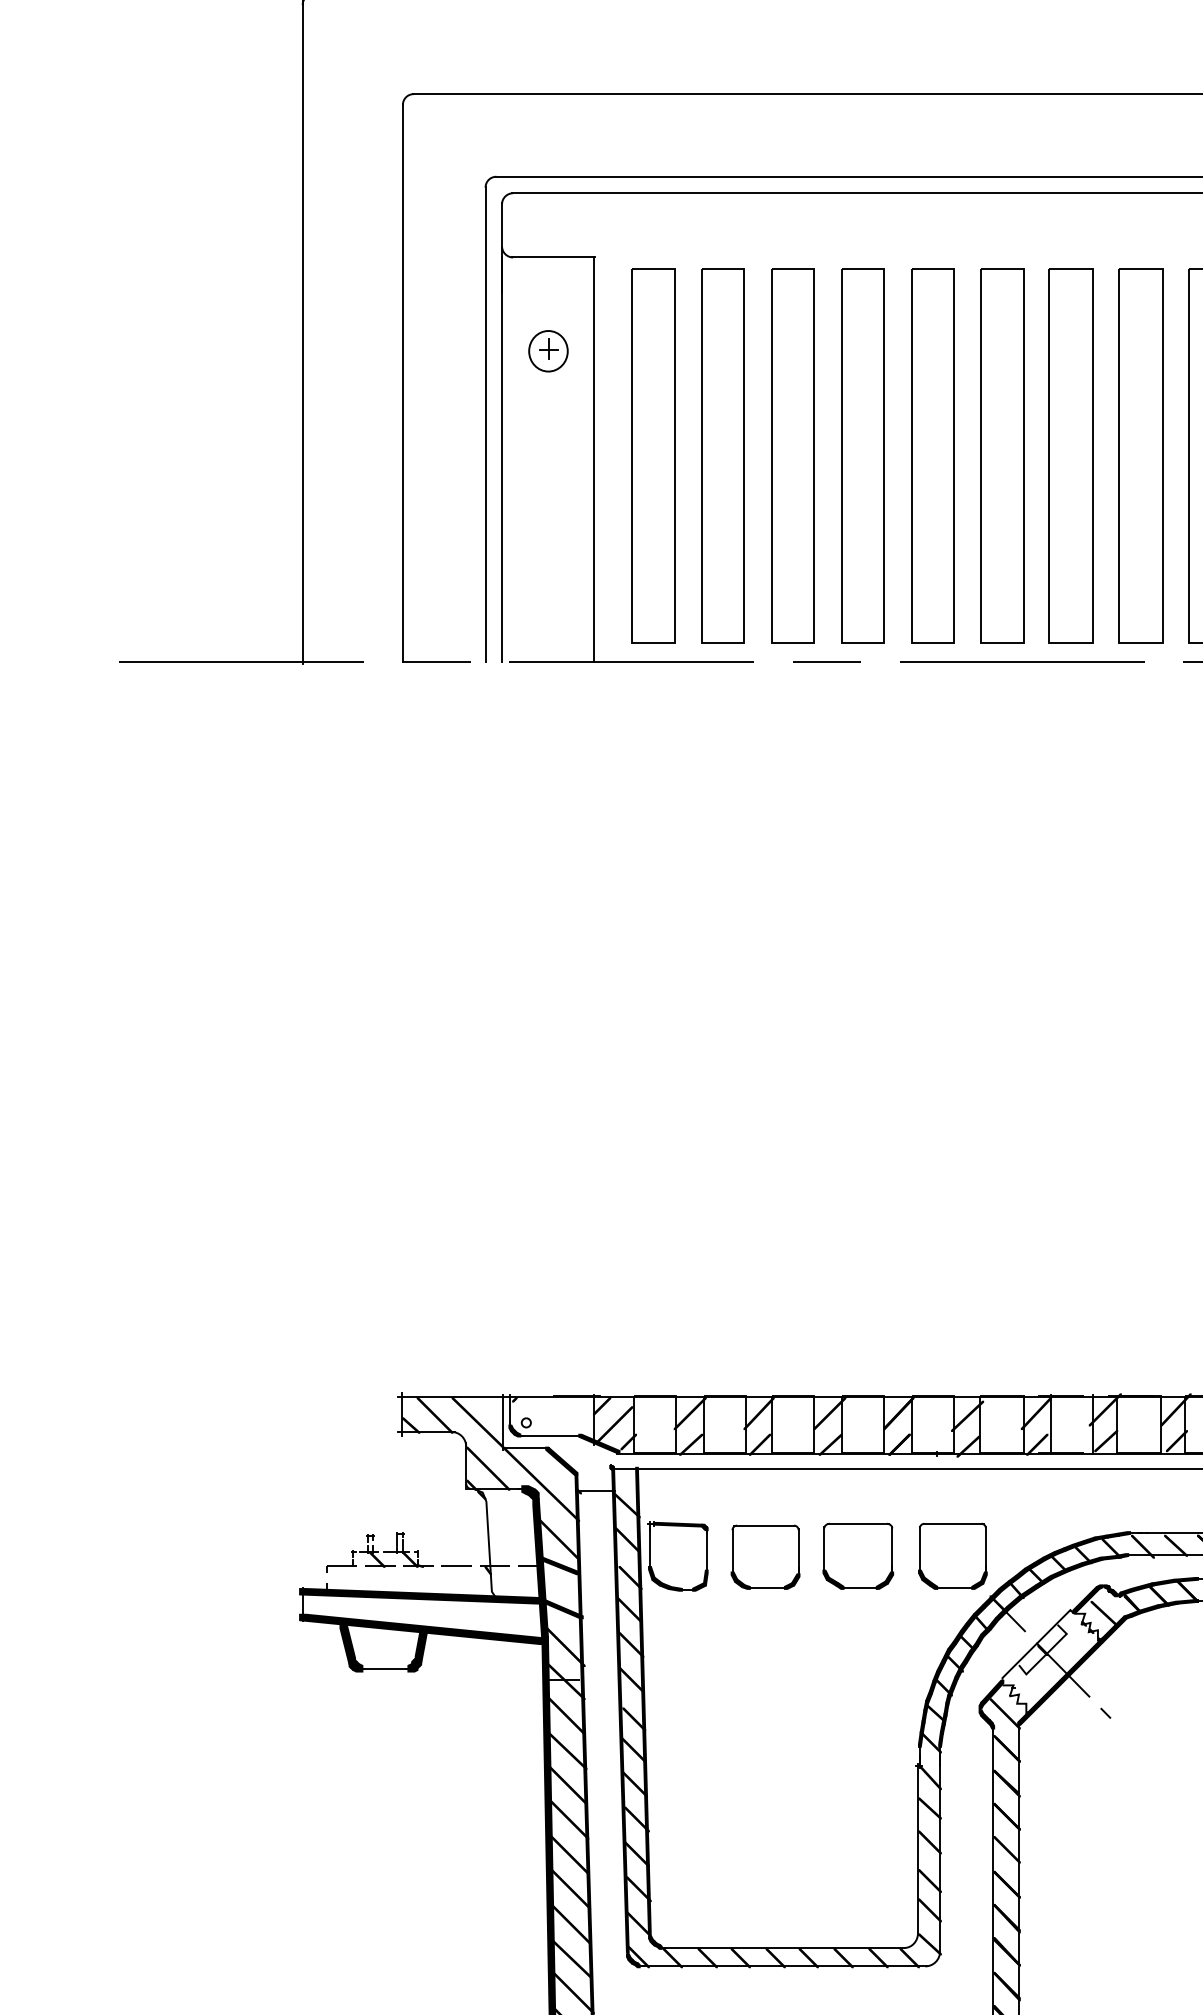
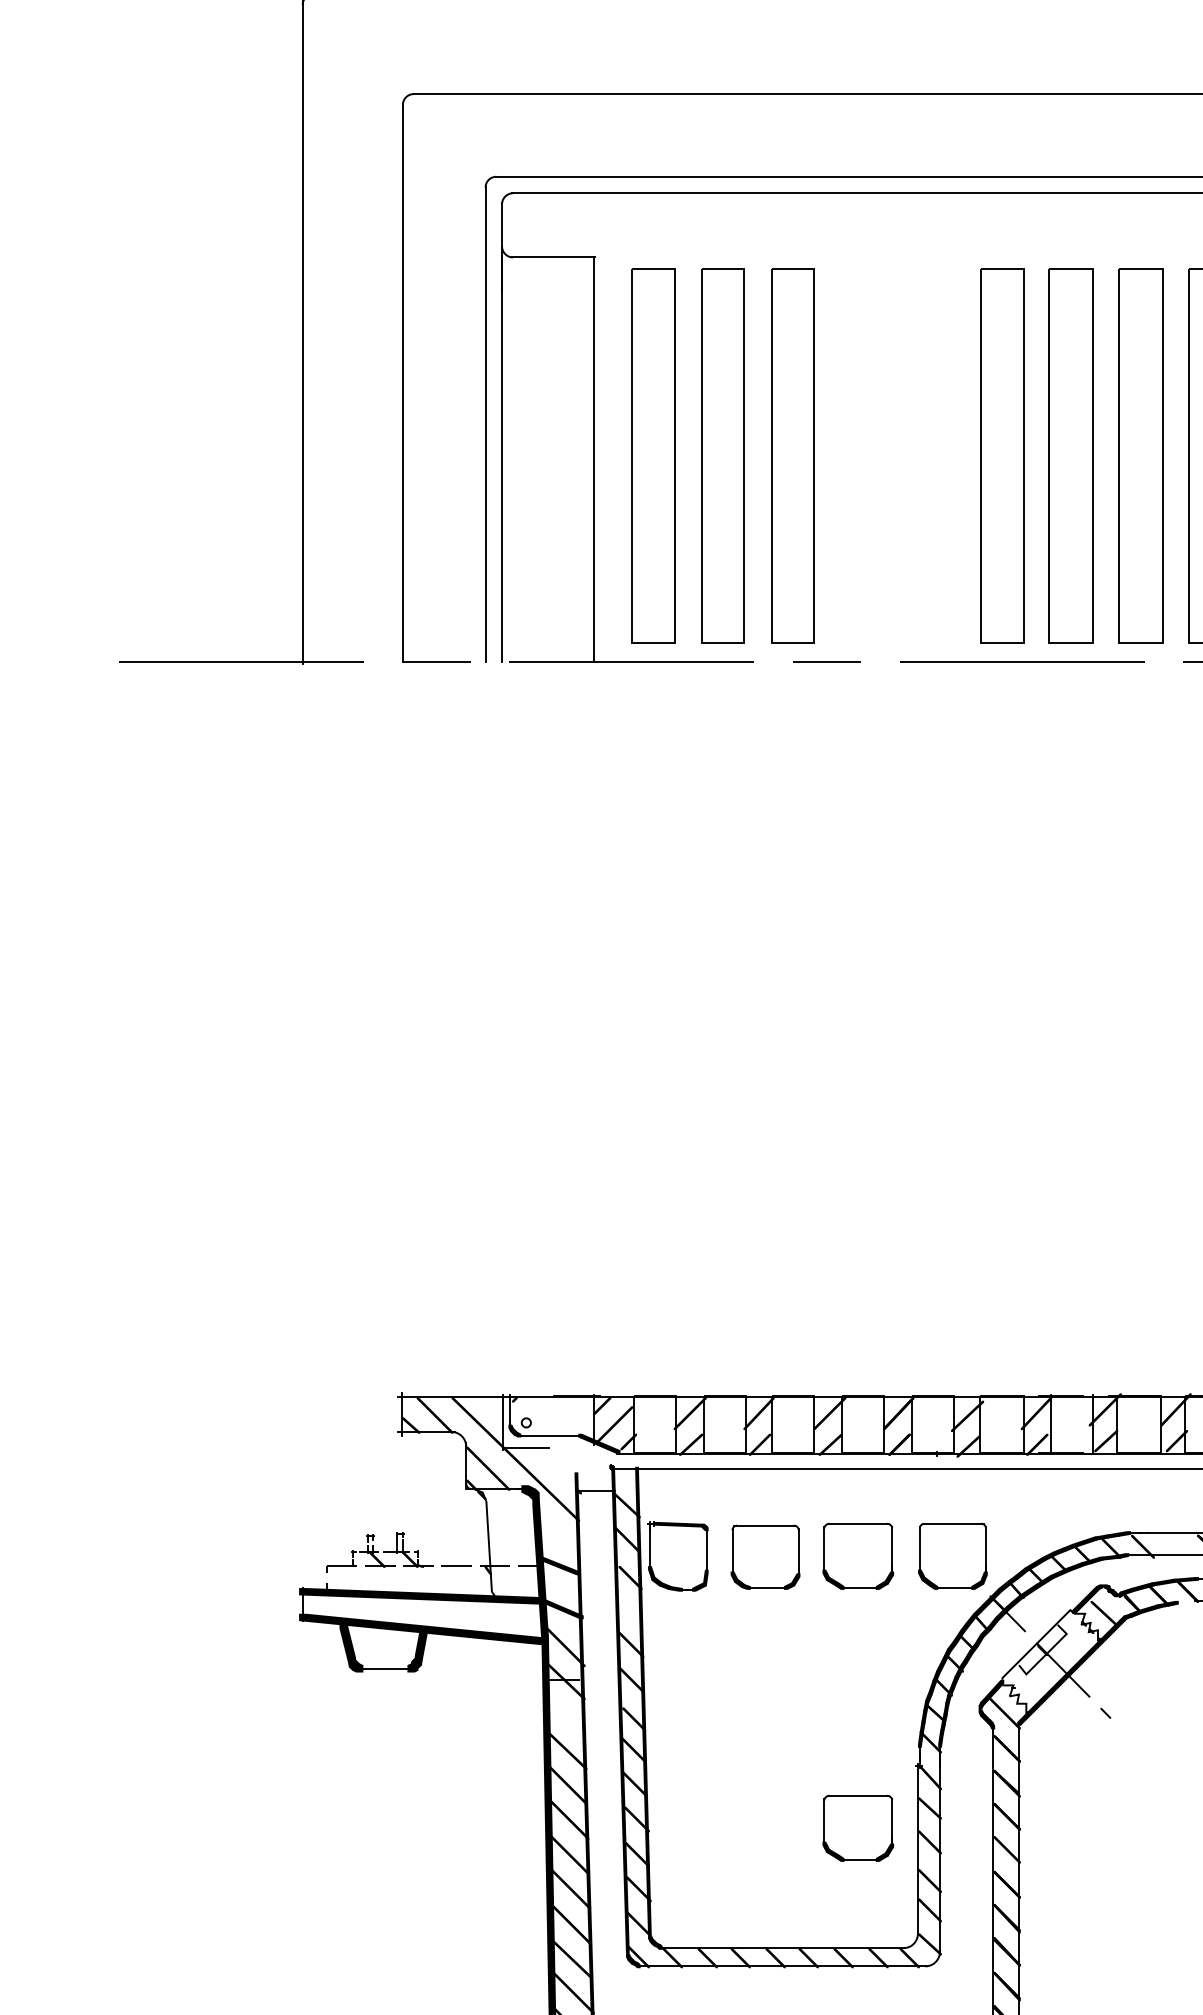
part at (548, 351): present -> none
part at (862, 455): present -> none
part at (932, 455): present -> none
fill at (561, 1461): present -> none
fill at (558, 1539): present -> none
fill at (1175, 1545): present -> none
fill at (1186, 1601): present -> none
fill at (629, 1609): present -> none
fill at (566, 1715): present -> none
part at (858, 1827): none -> present
